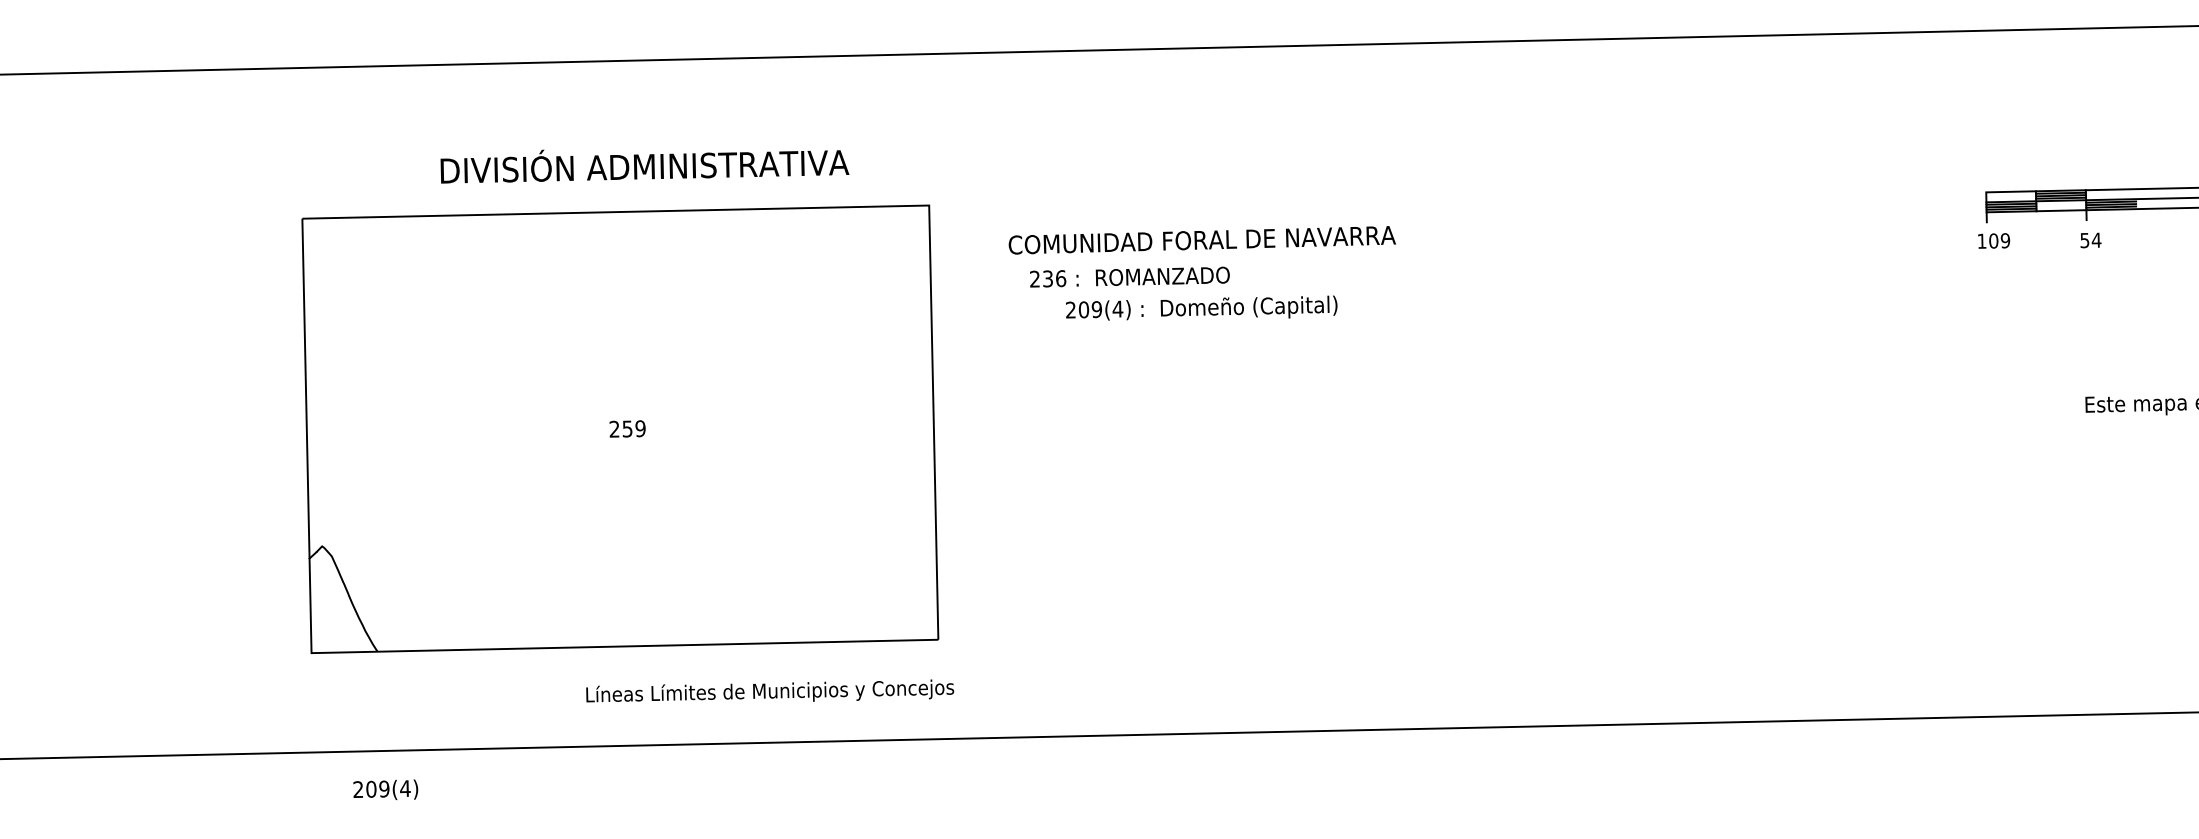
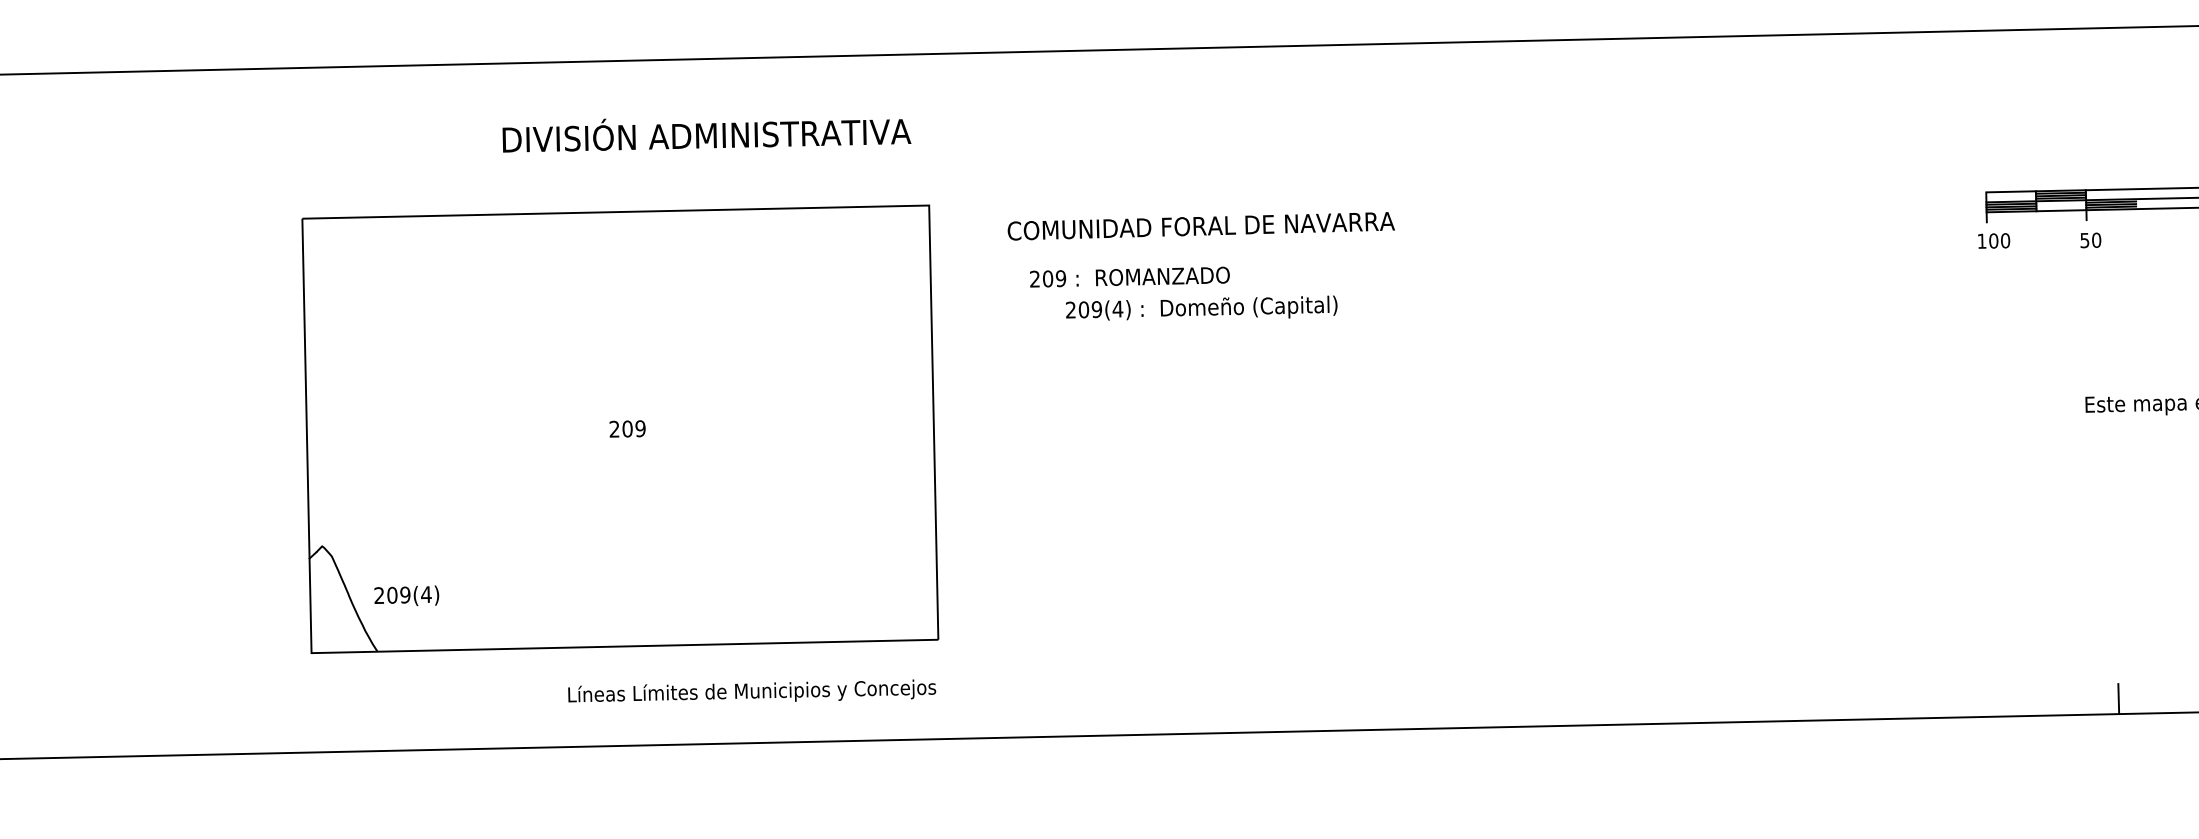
text at (644, 166) position: (644, 166) -> (706, 135)
text at (2096, 239): 54 -> 50
text at (1201, 240) position: (1201, 240) -> (1200, 226)
text at (2005, 240): 109 -> 100
text at (1054, 278): 236 -> 209
text at (627, 428): 259 -> 209
text at (770, 690) position: (770, 690) -> (752, 690)
line at (2118, 699): none -> present
text at (385, 789) position: (385, 789) -> (406, 595)
